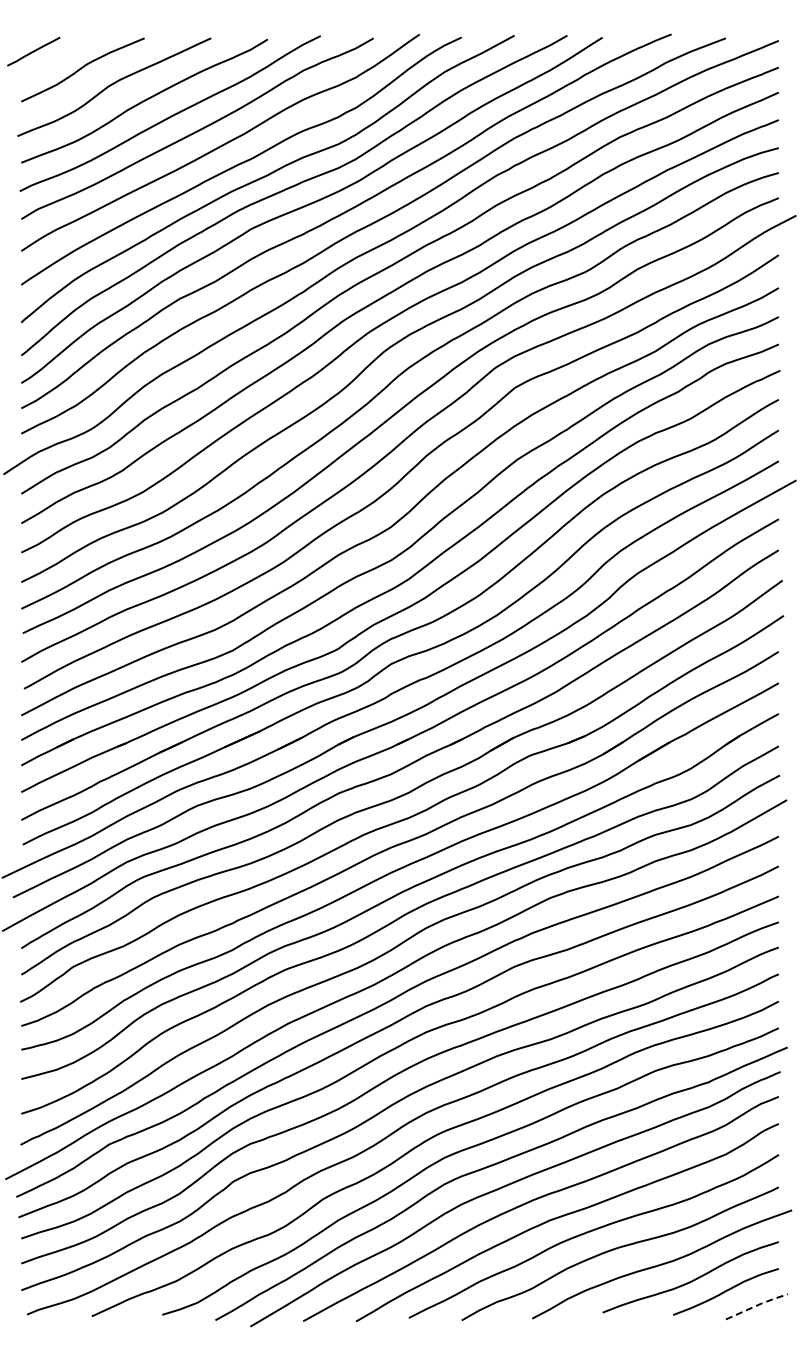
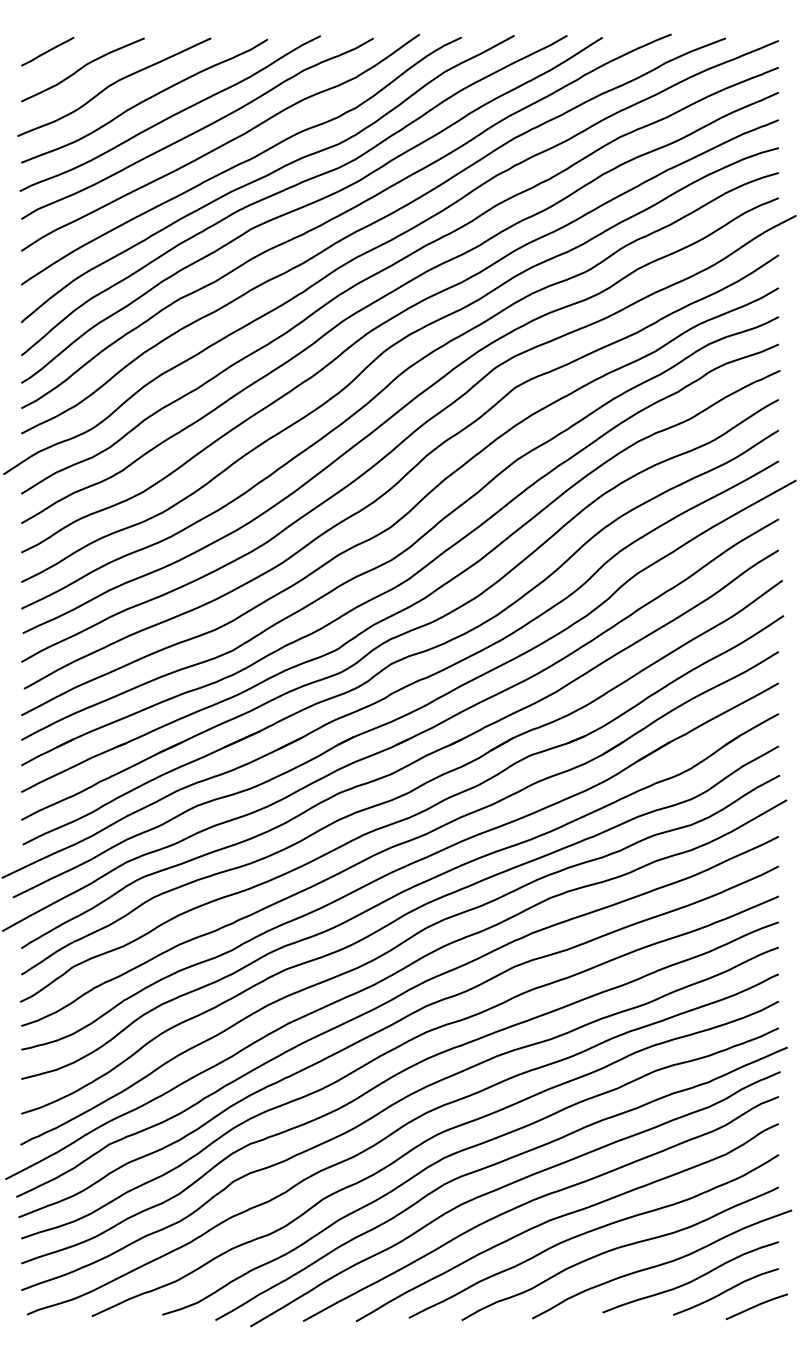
line at (33, 51) position: (33, 51) -> (47, 51)
line at (757, 1305): dashed -> solid
